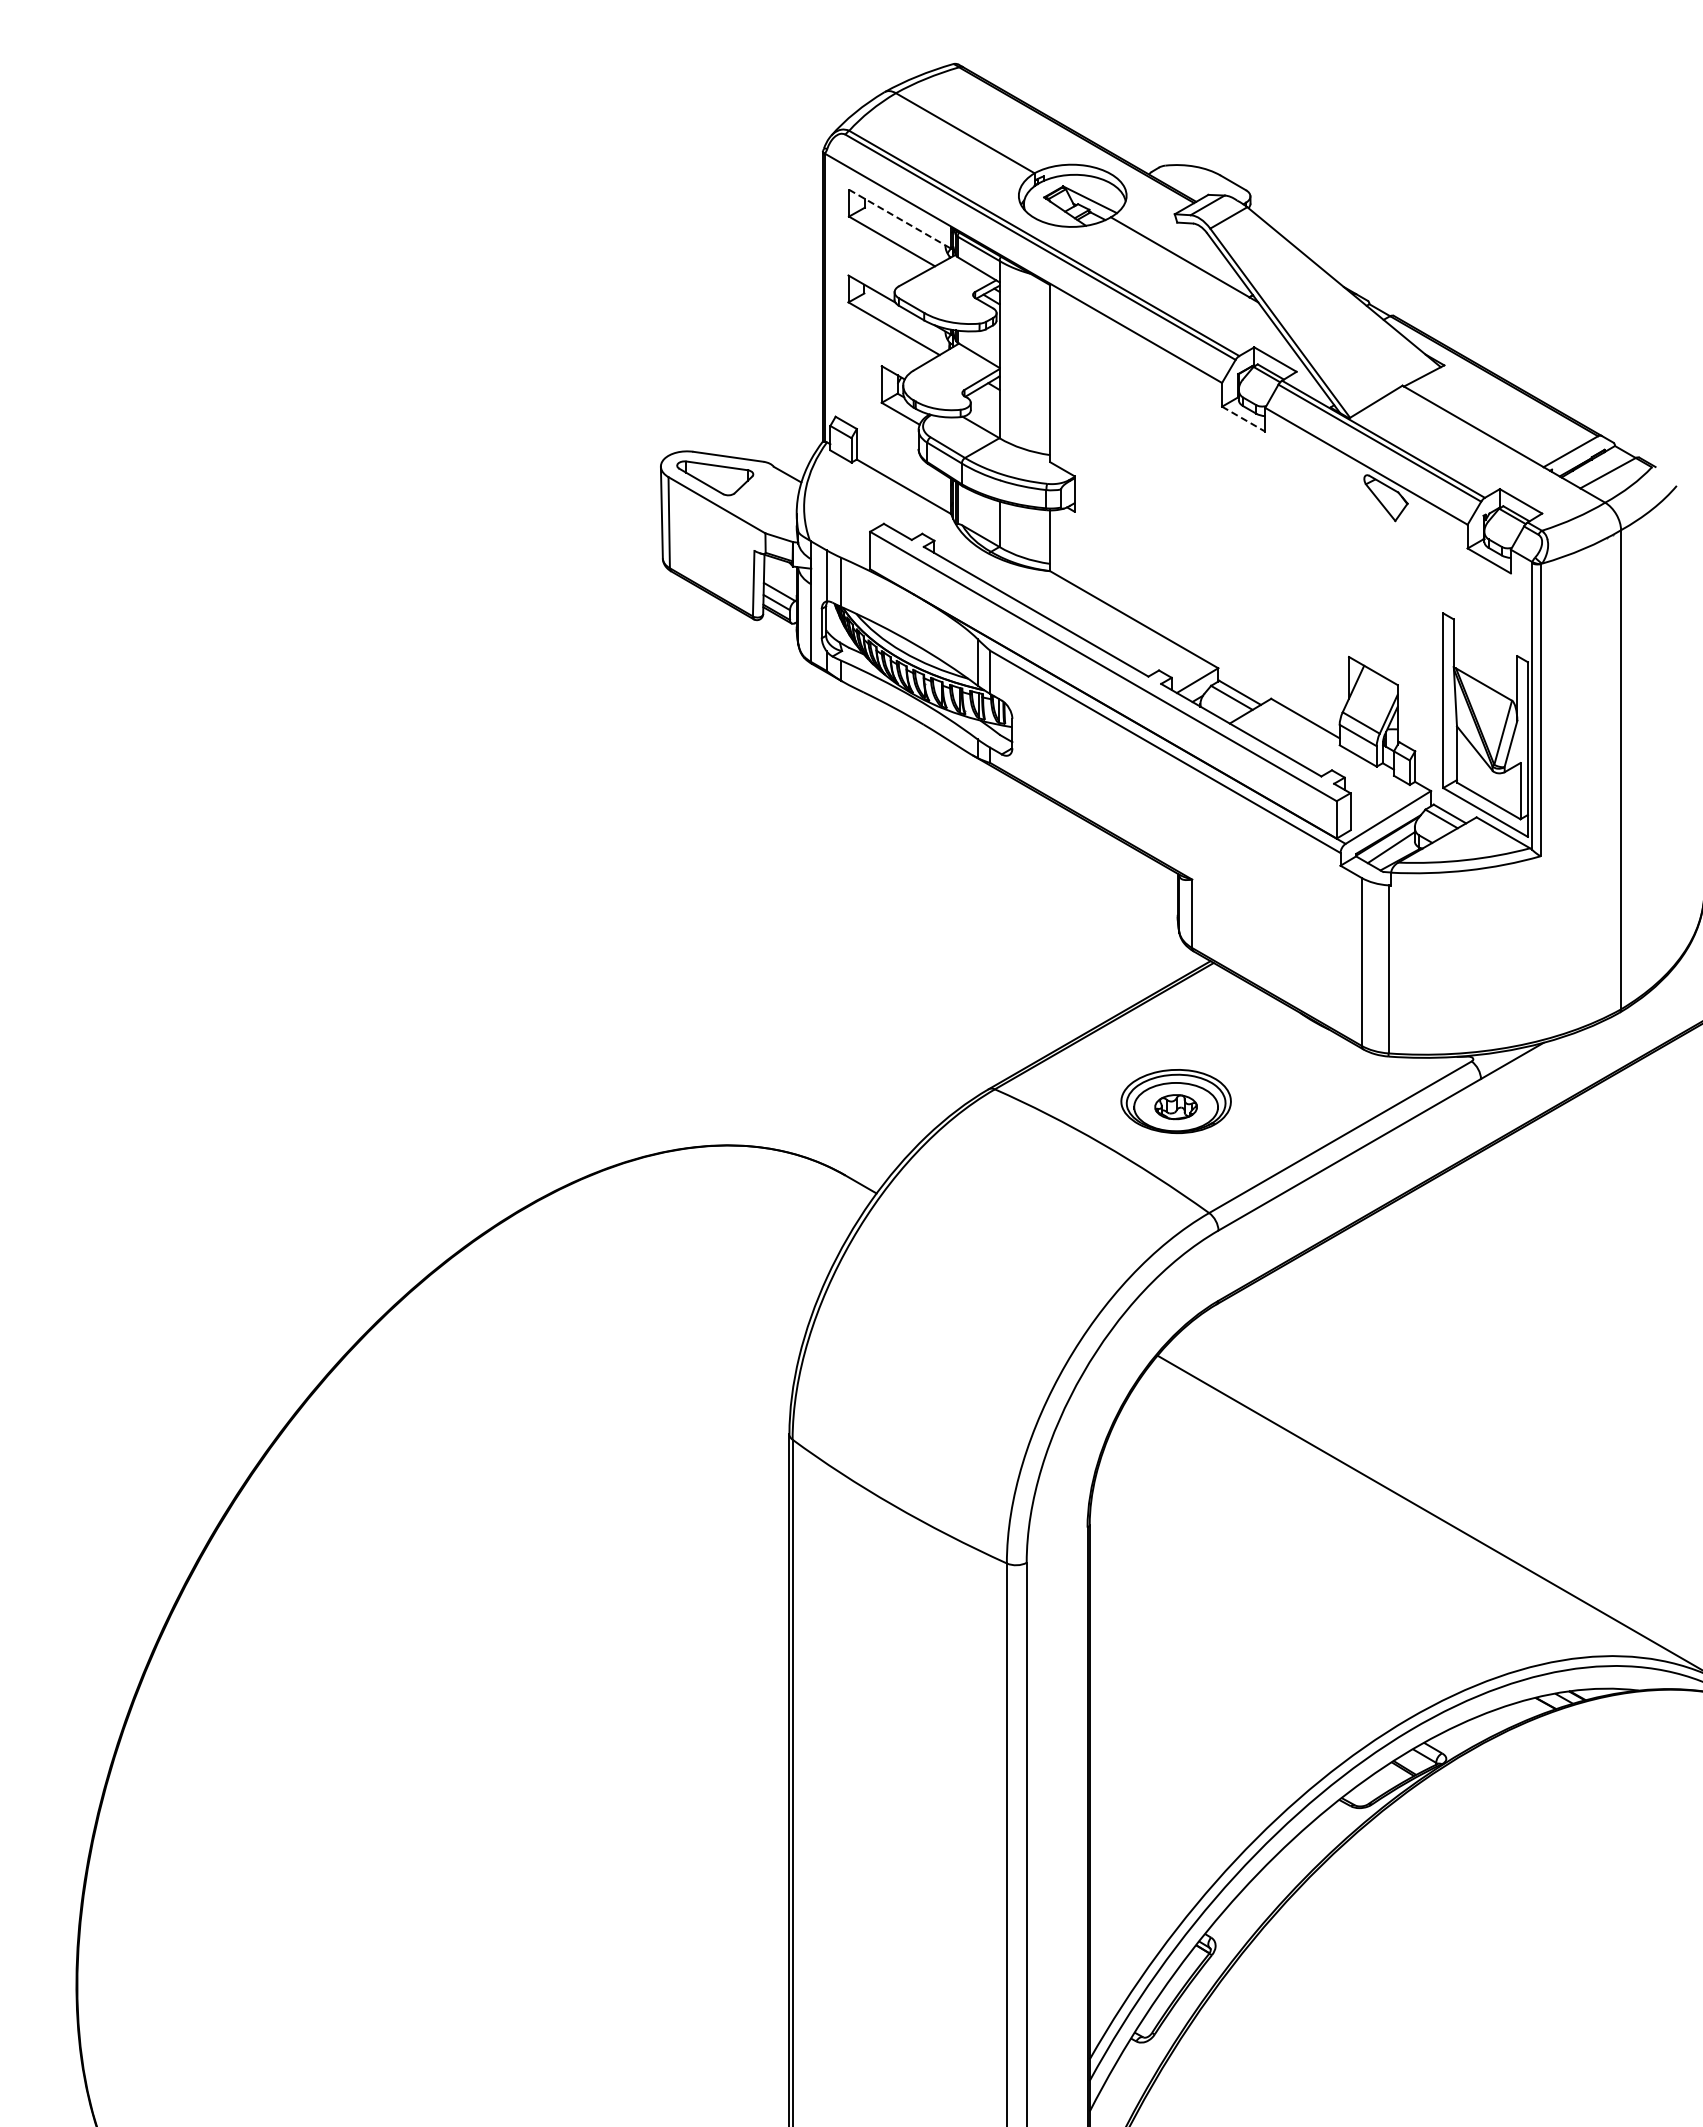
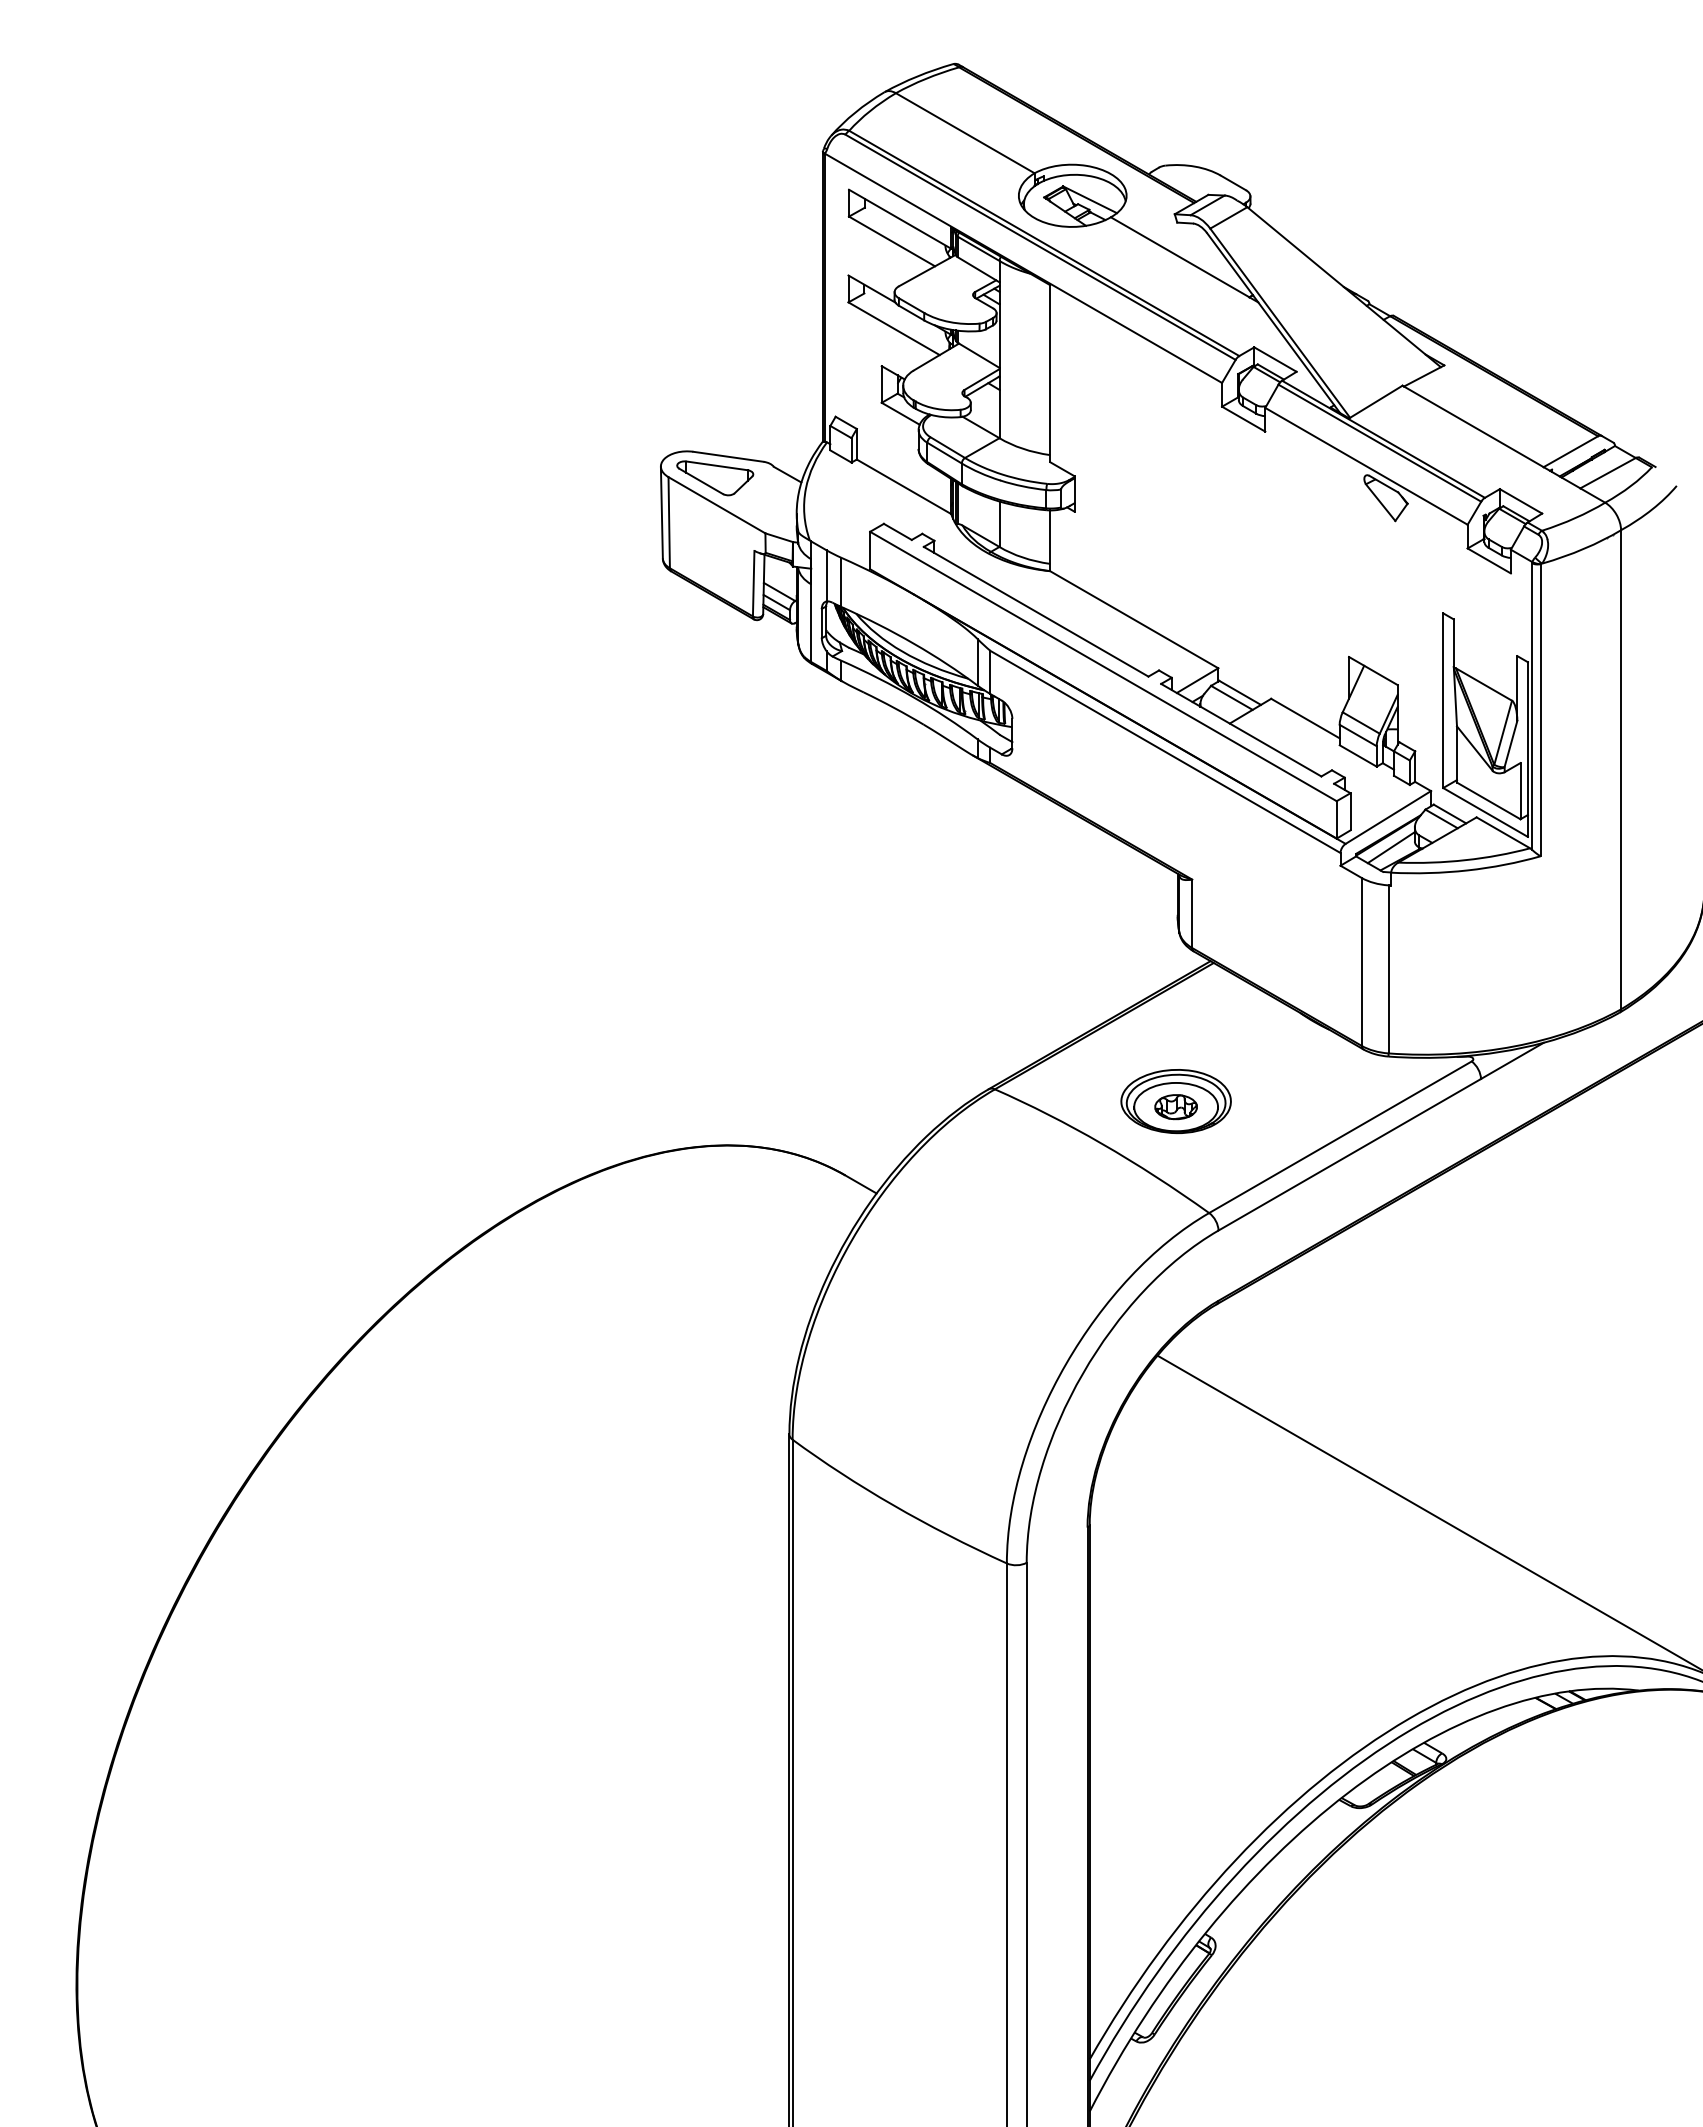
line at (900, 219): dashed -> solid
line at (1243, 419): dashed -> solid
